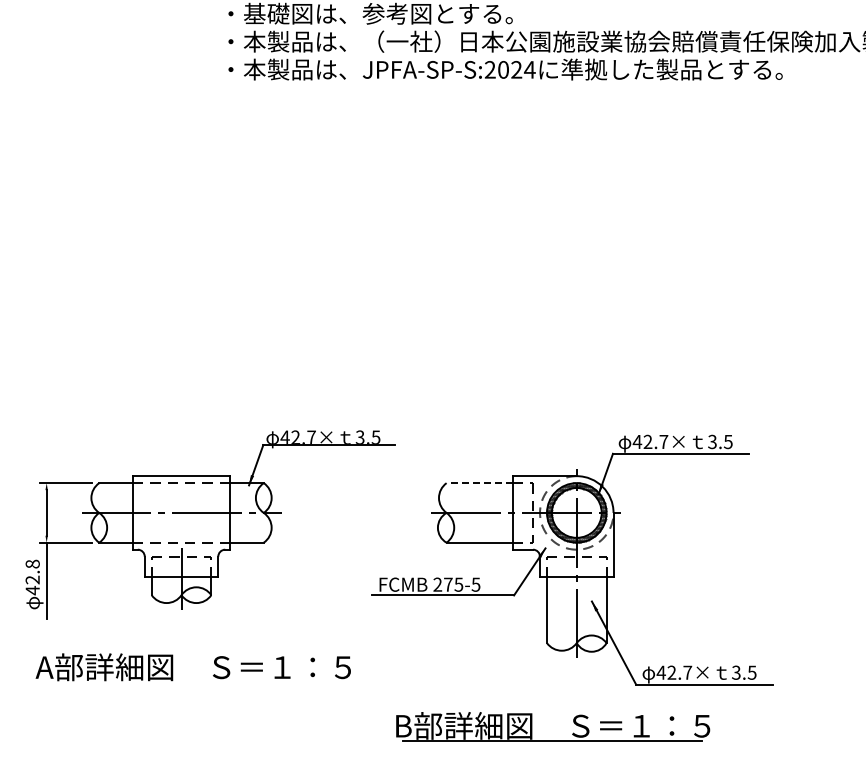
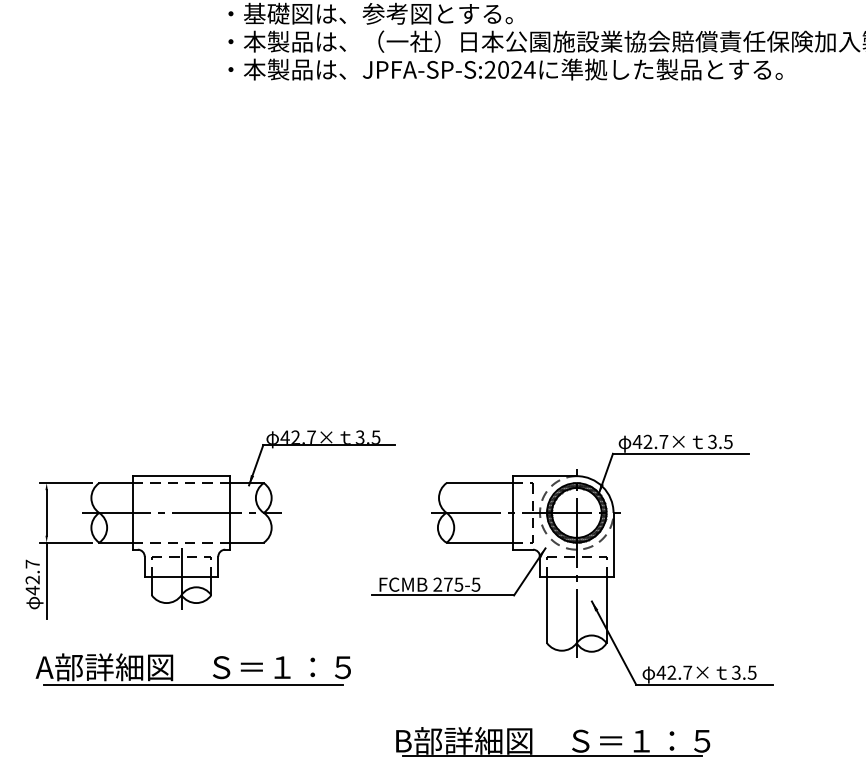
line at (479, 483): dashed -> solid
text at (32, 563): 42.8 -> 42.7
line at (193, 685): none -> present
part at (553, 740) position: (553, 740) -> (553, 755)
